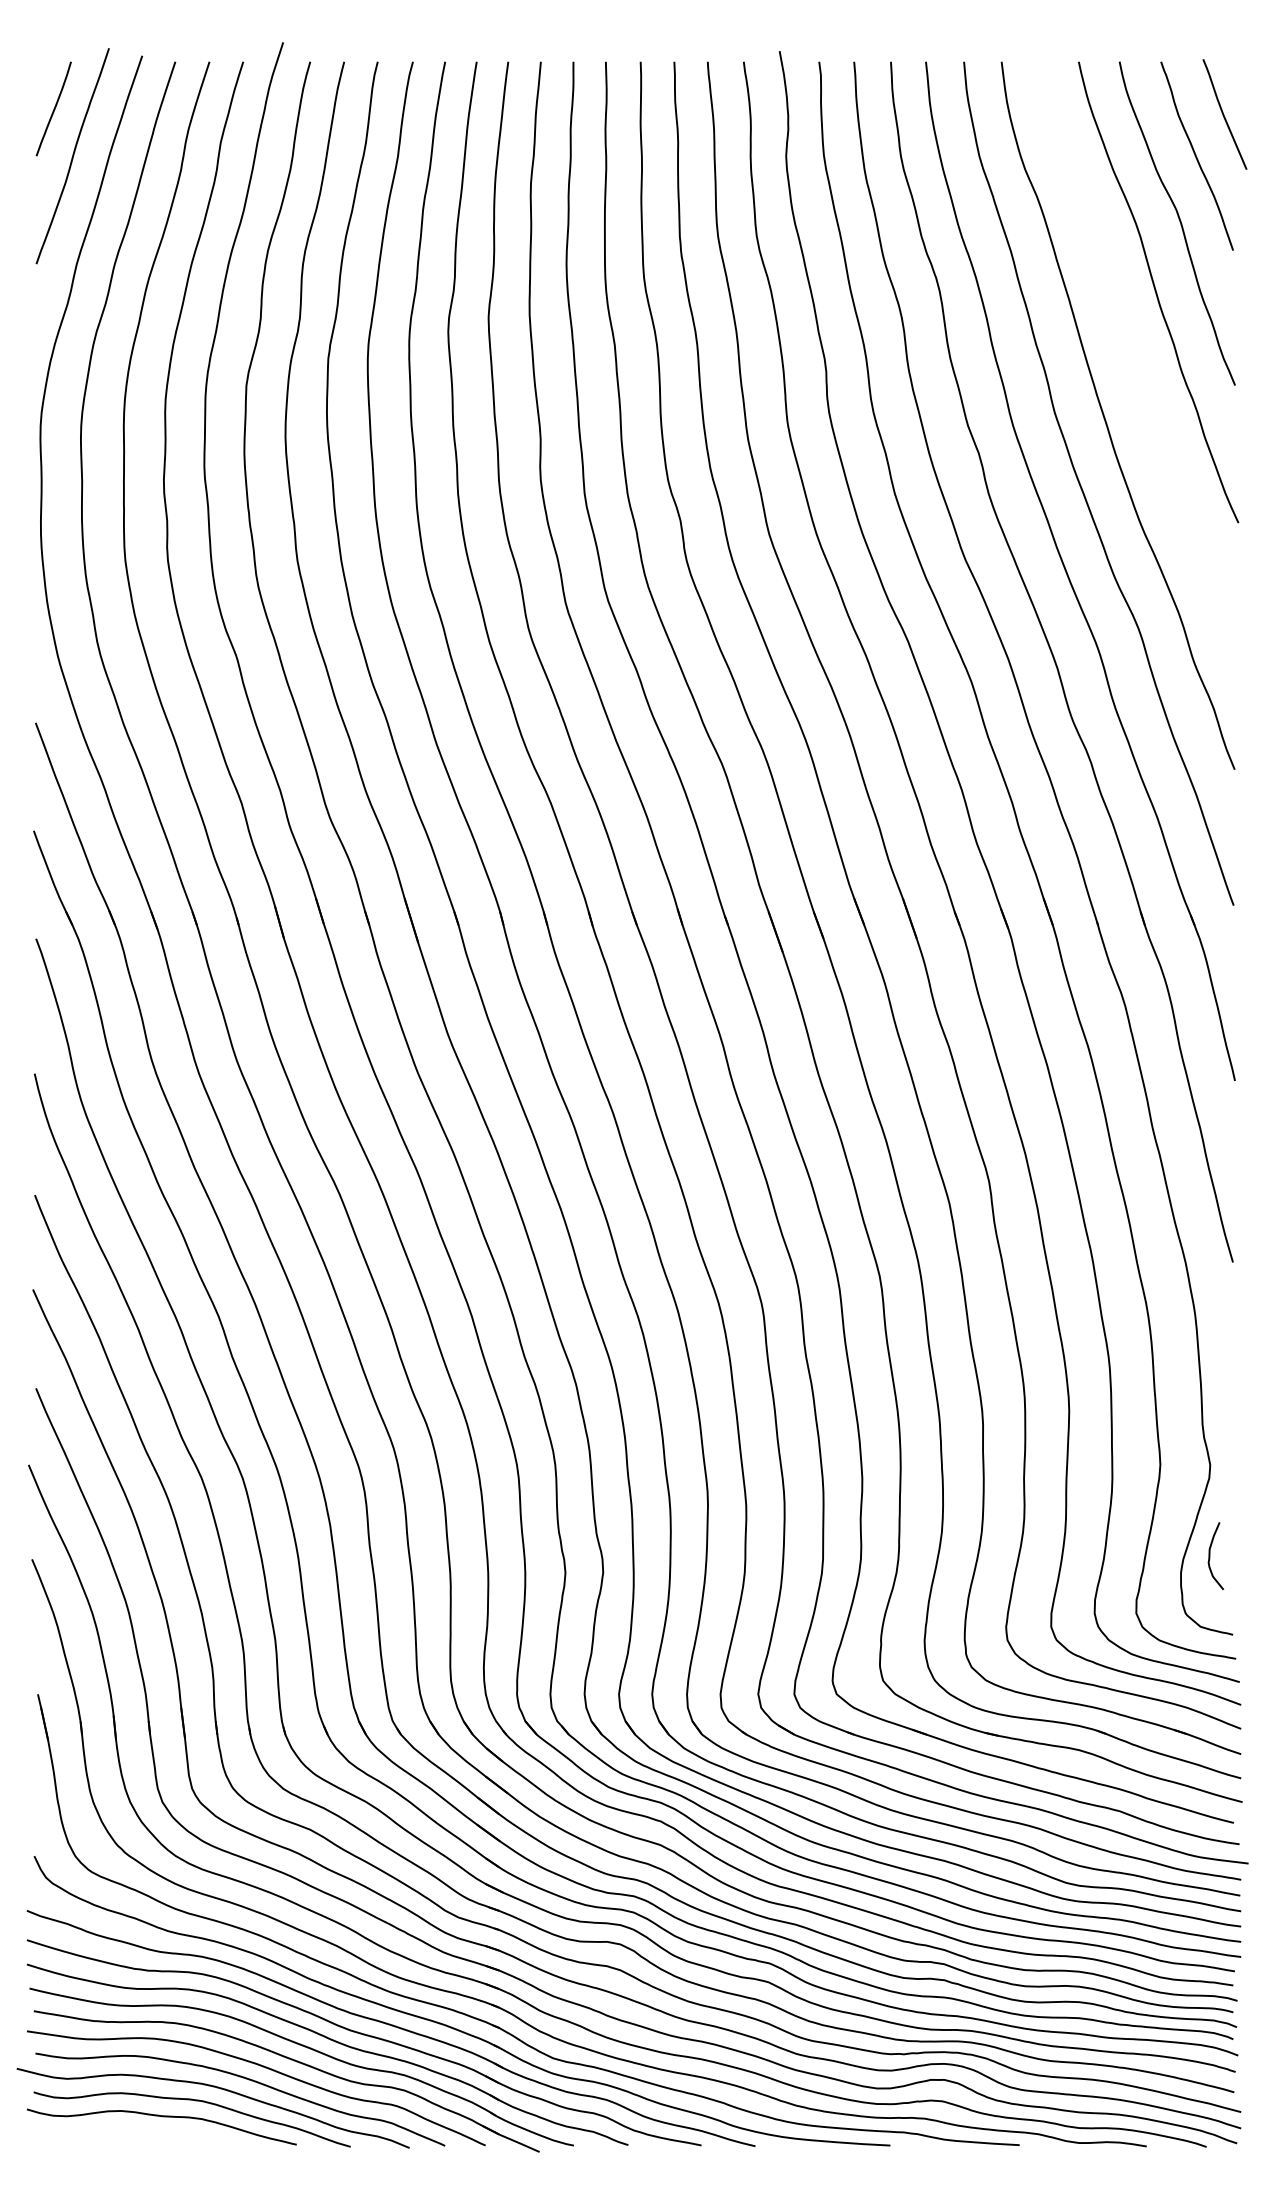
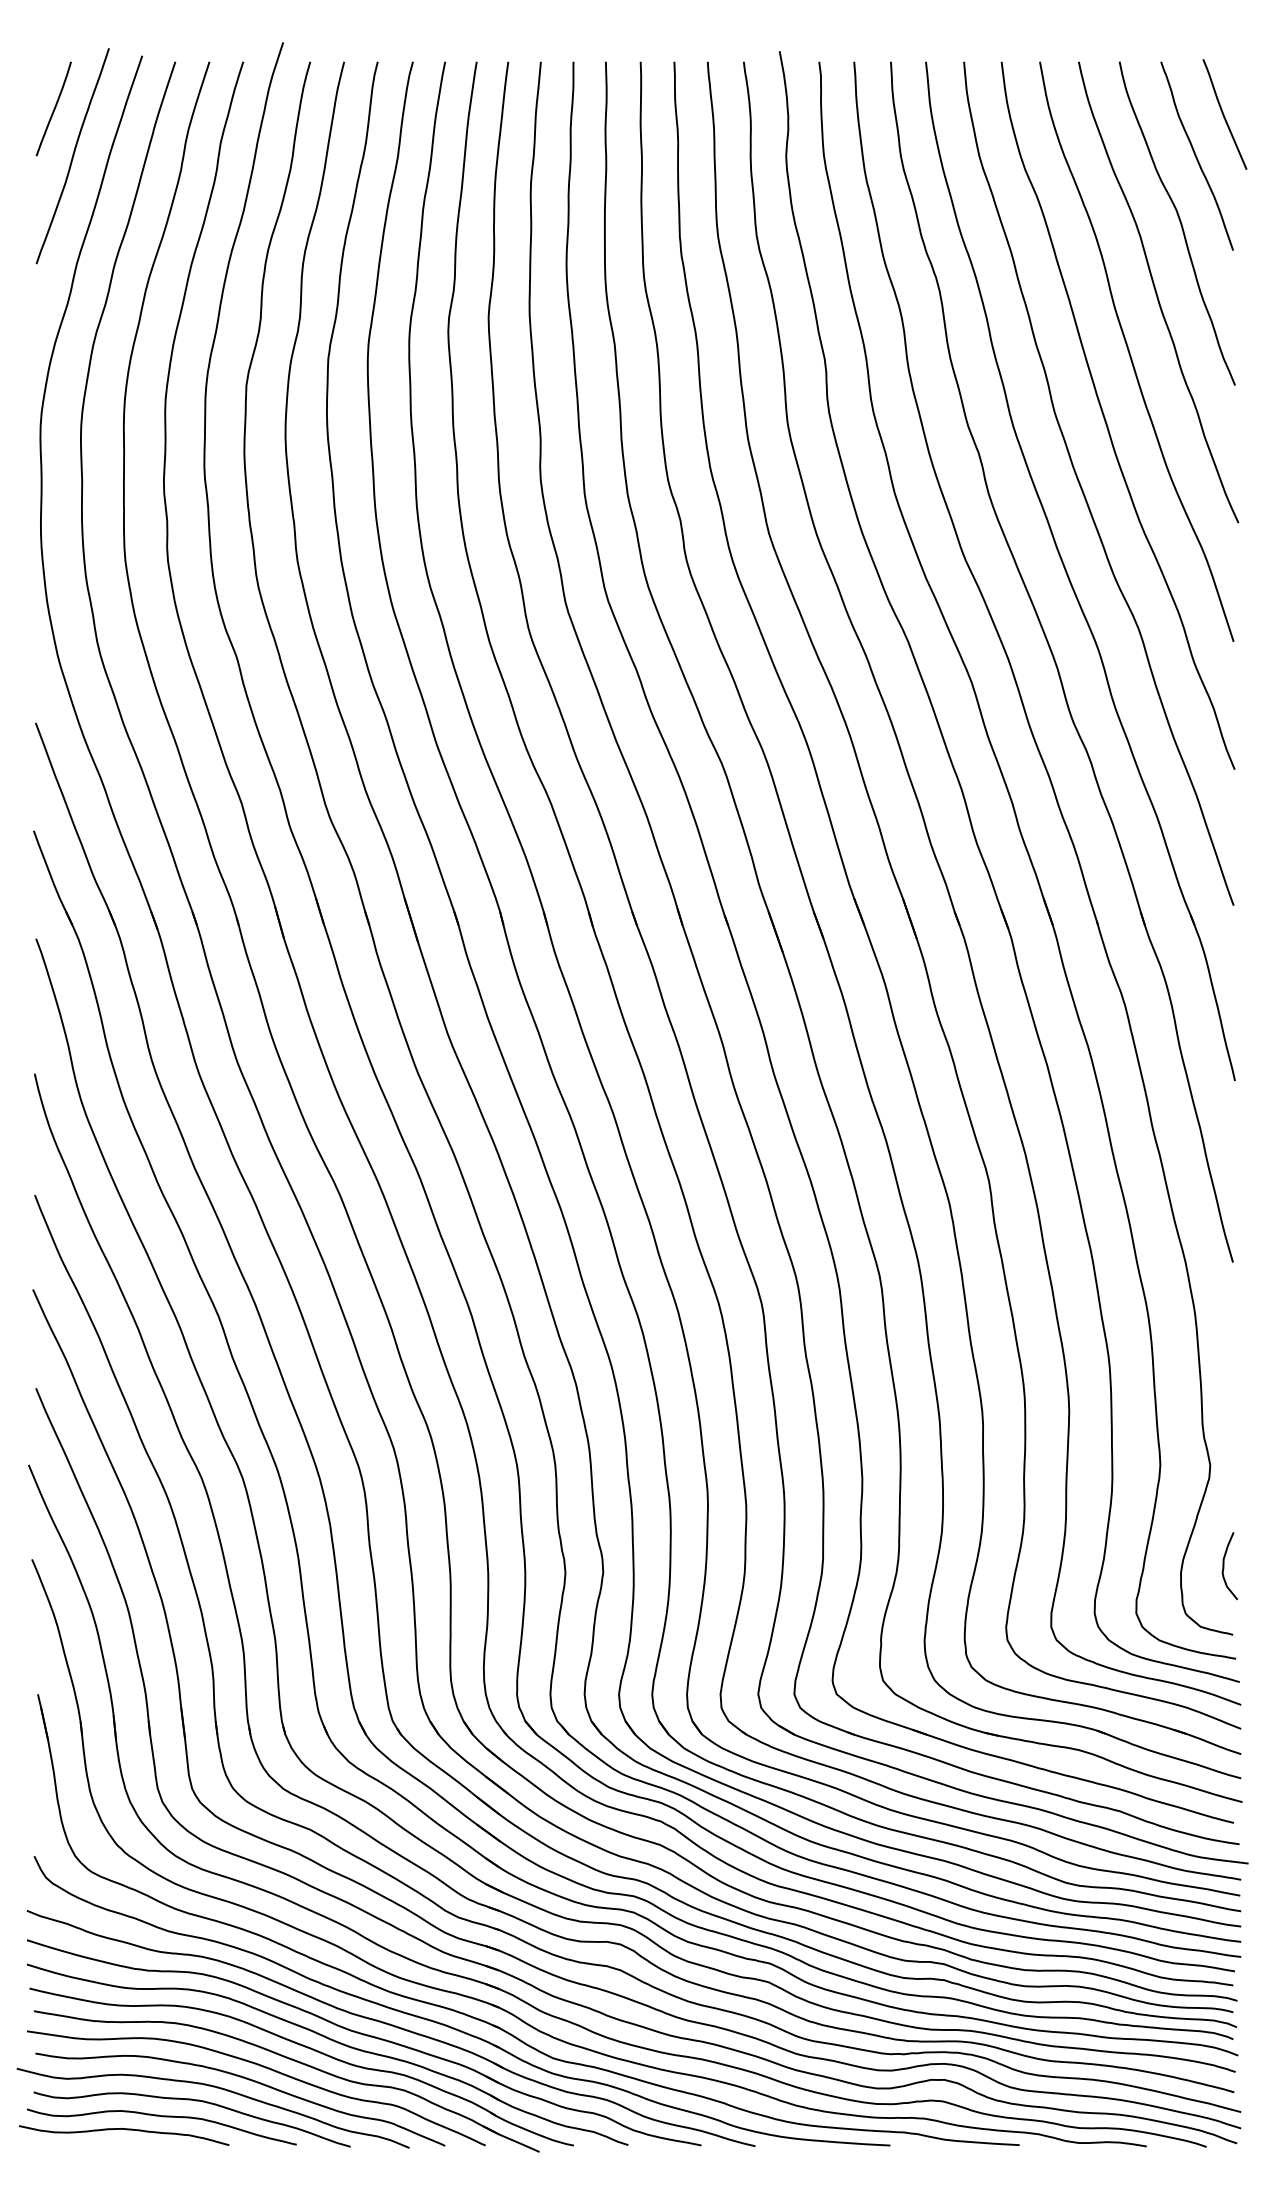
curve at (1130, 352): none -> present
curve at (1210, 1556) position: (1210, 1556) -> (1224, 1566)
curve at (126, 2130): none -> present
